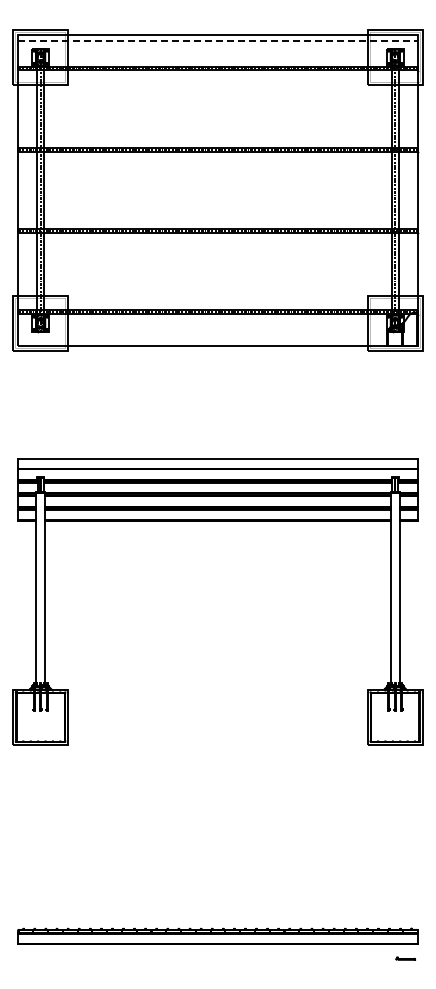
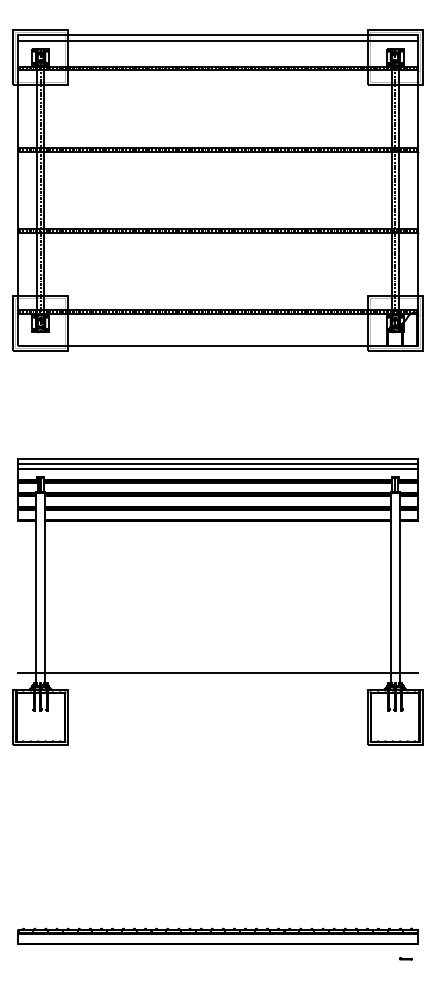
line at (217, 40): dashed -> solid
line at (217, 463): none -> present
line at (217, 672): none -> present
part at (405, 958) size: 21x5 px -> 14x4 px
